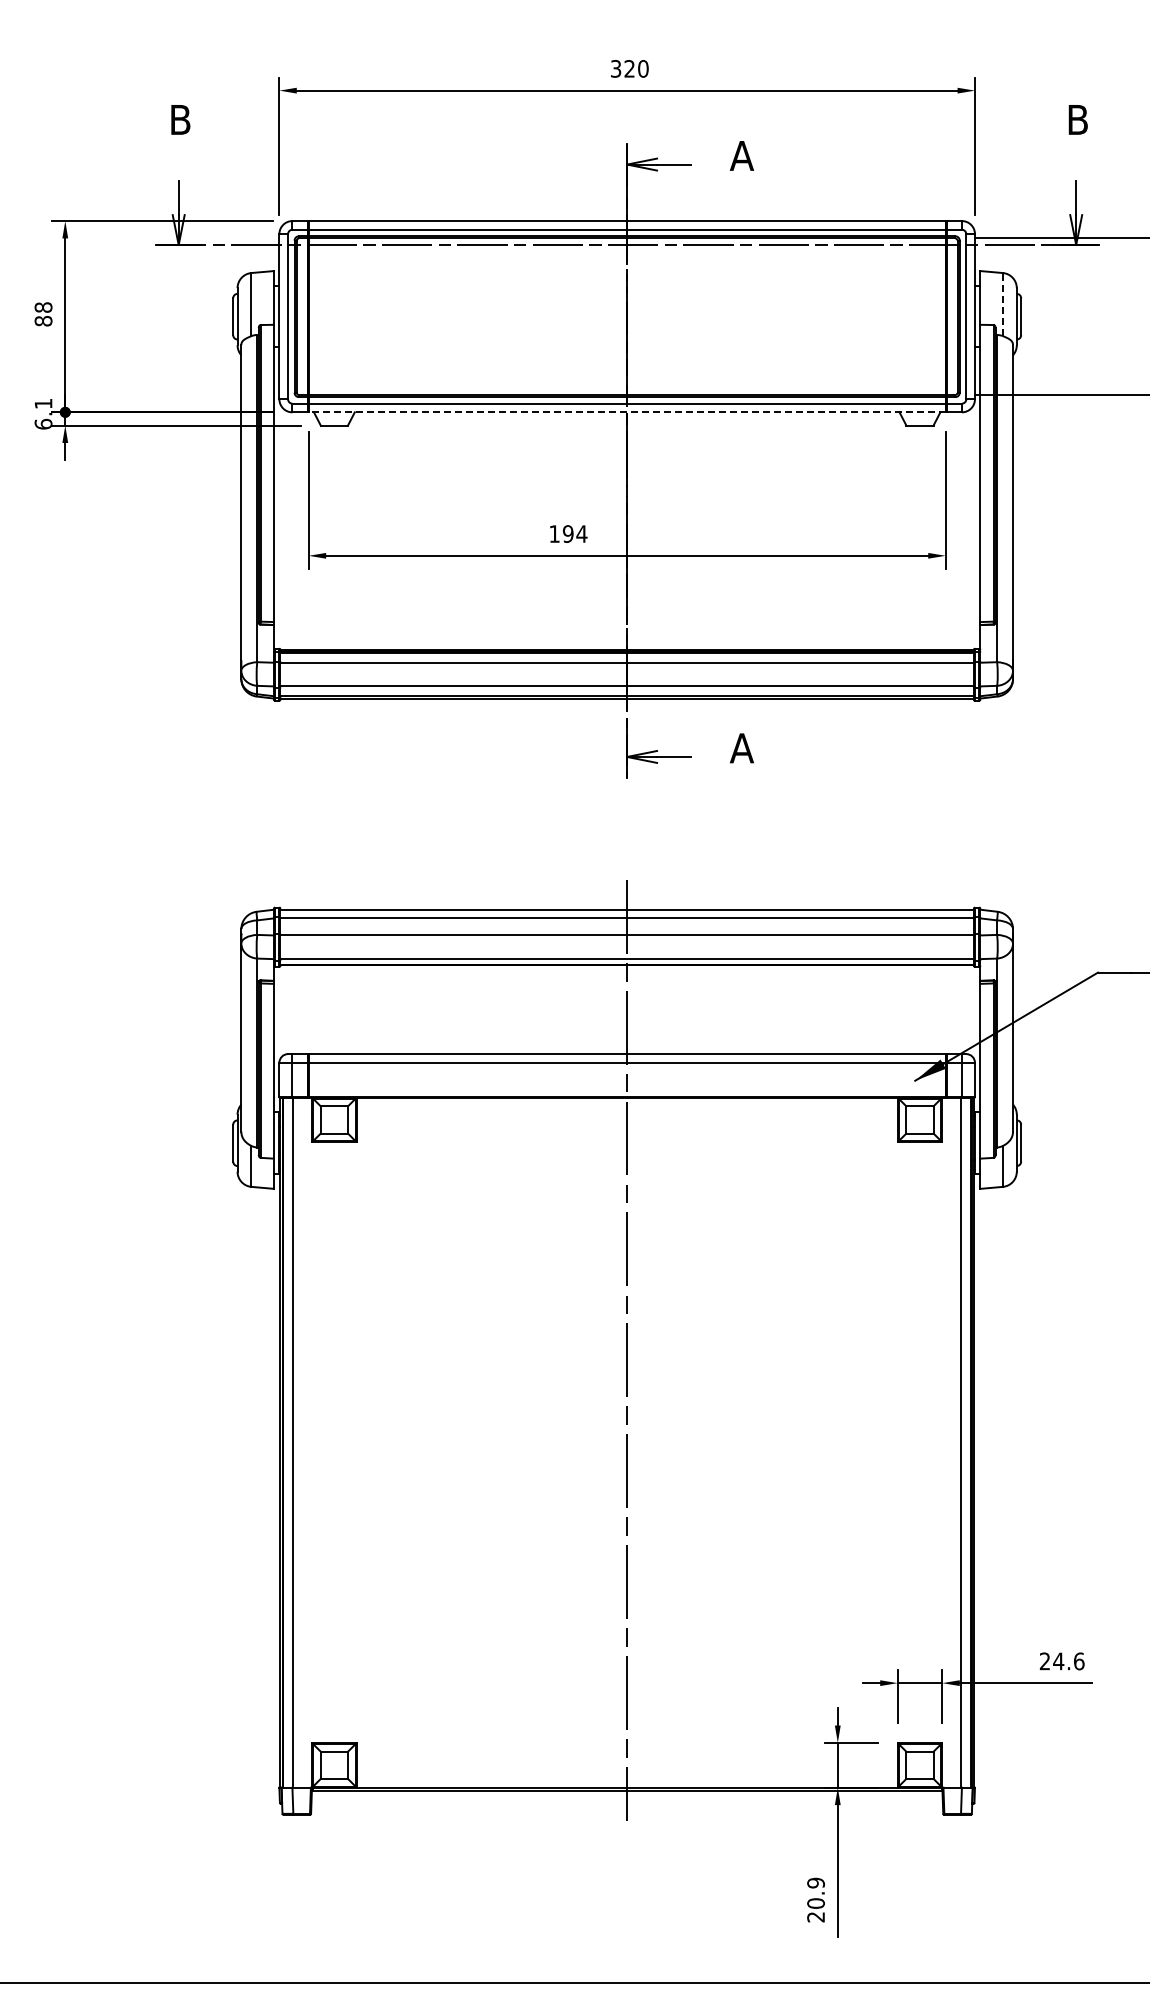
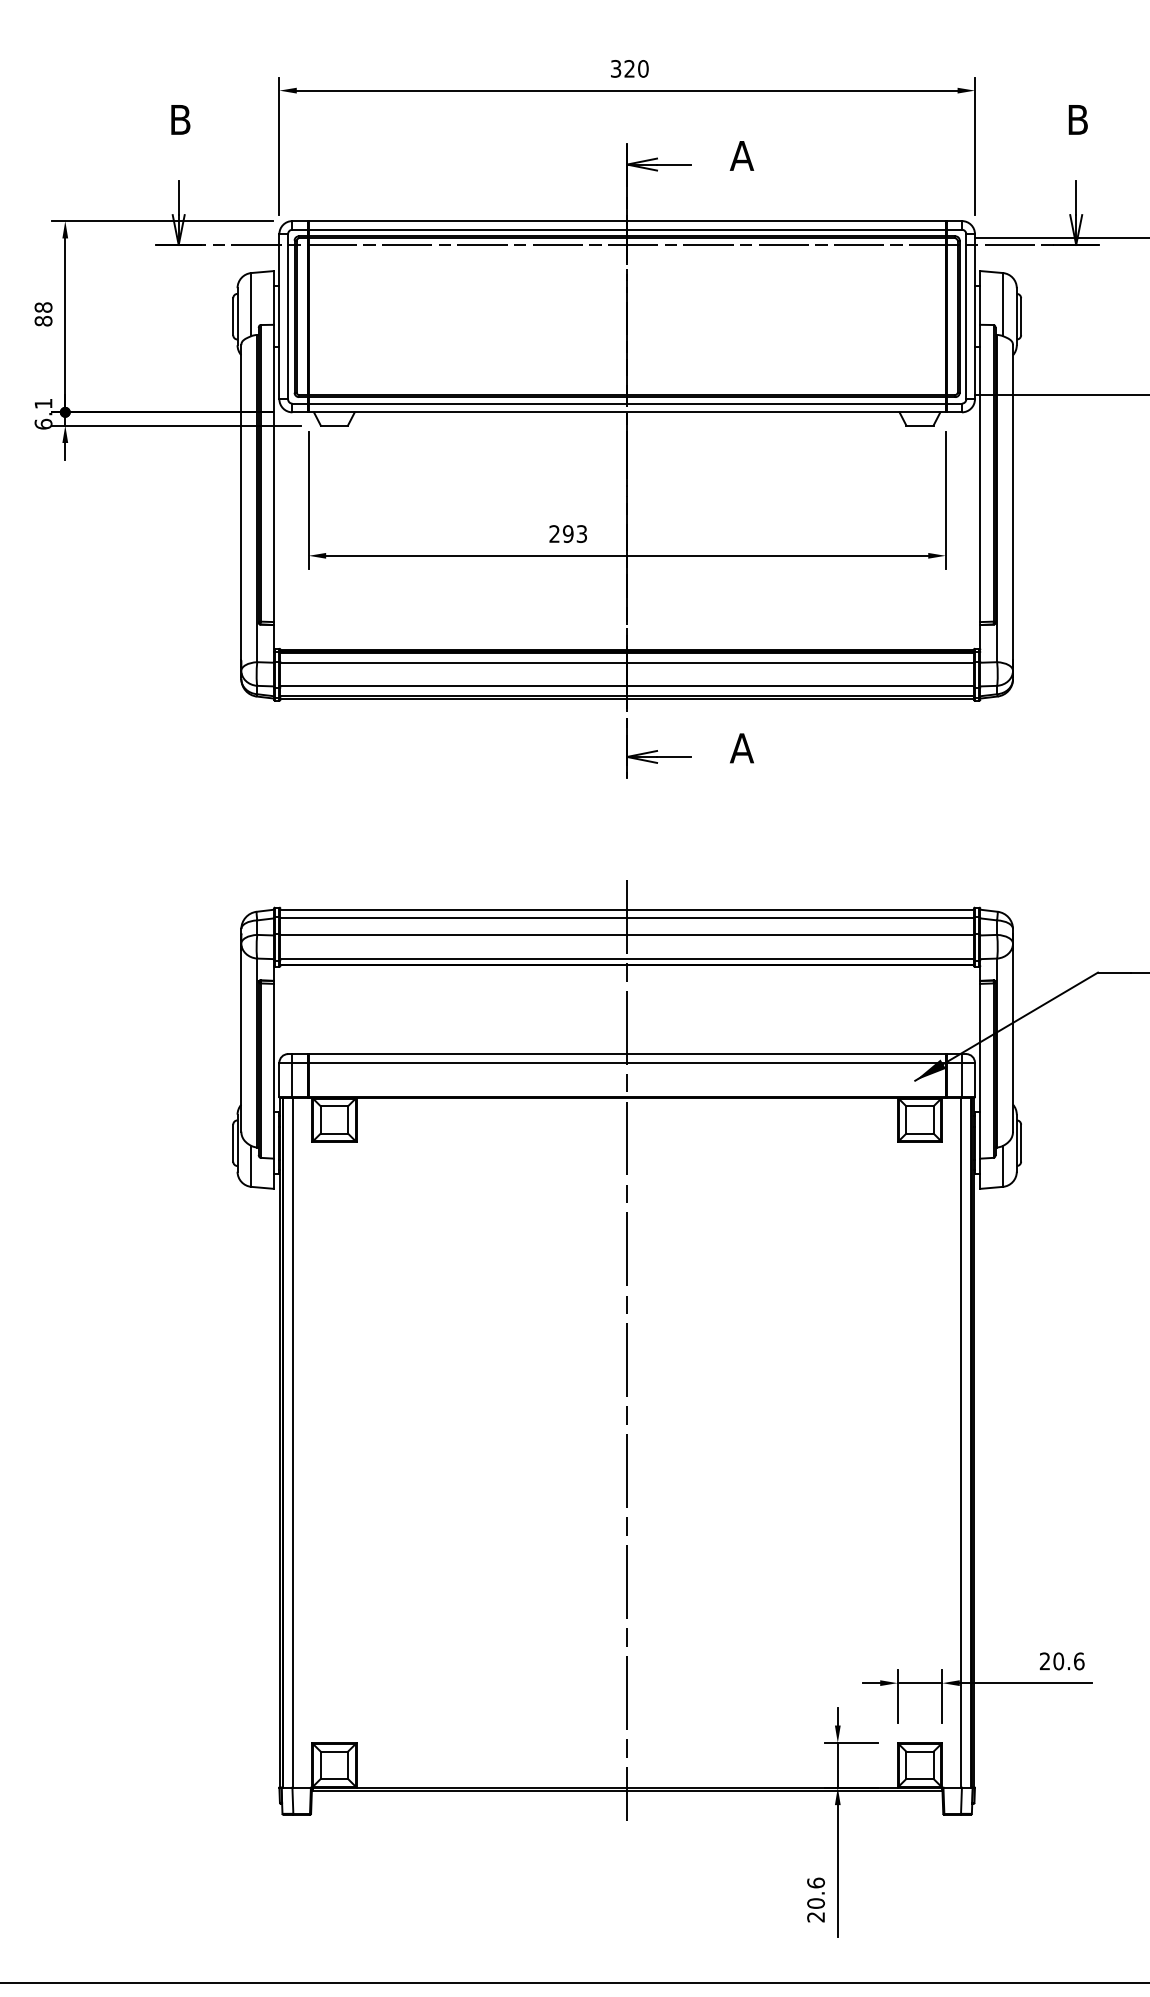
line at (1002, 304): dashed -> solid
line at (626, 412): dashed -> solid
text at (568, 533): 194 -> 293
text at (1058, 1661): 24.6 -> 20.6
text at (816, 1882): 20.9 -> 20.6
